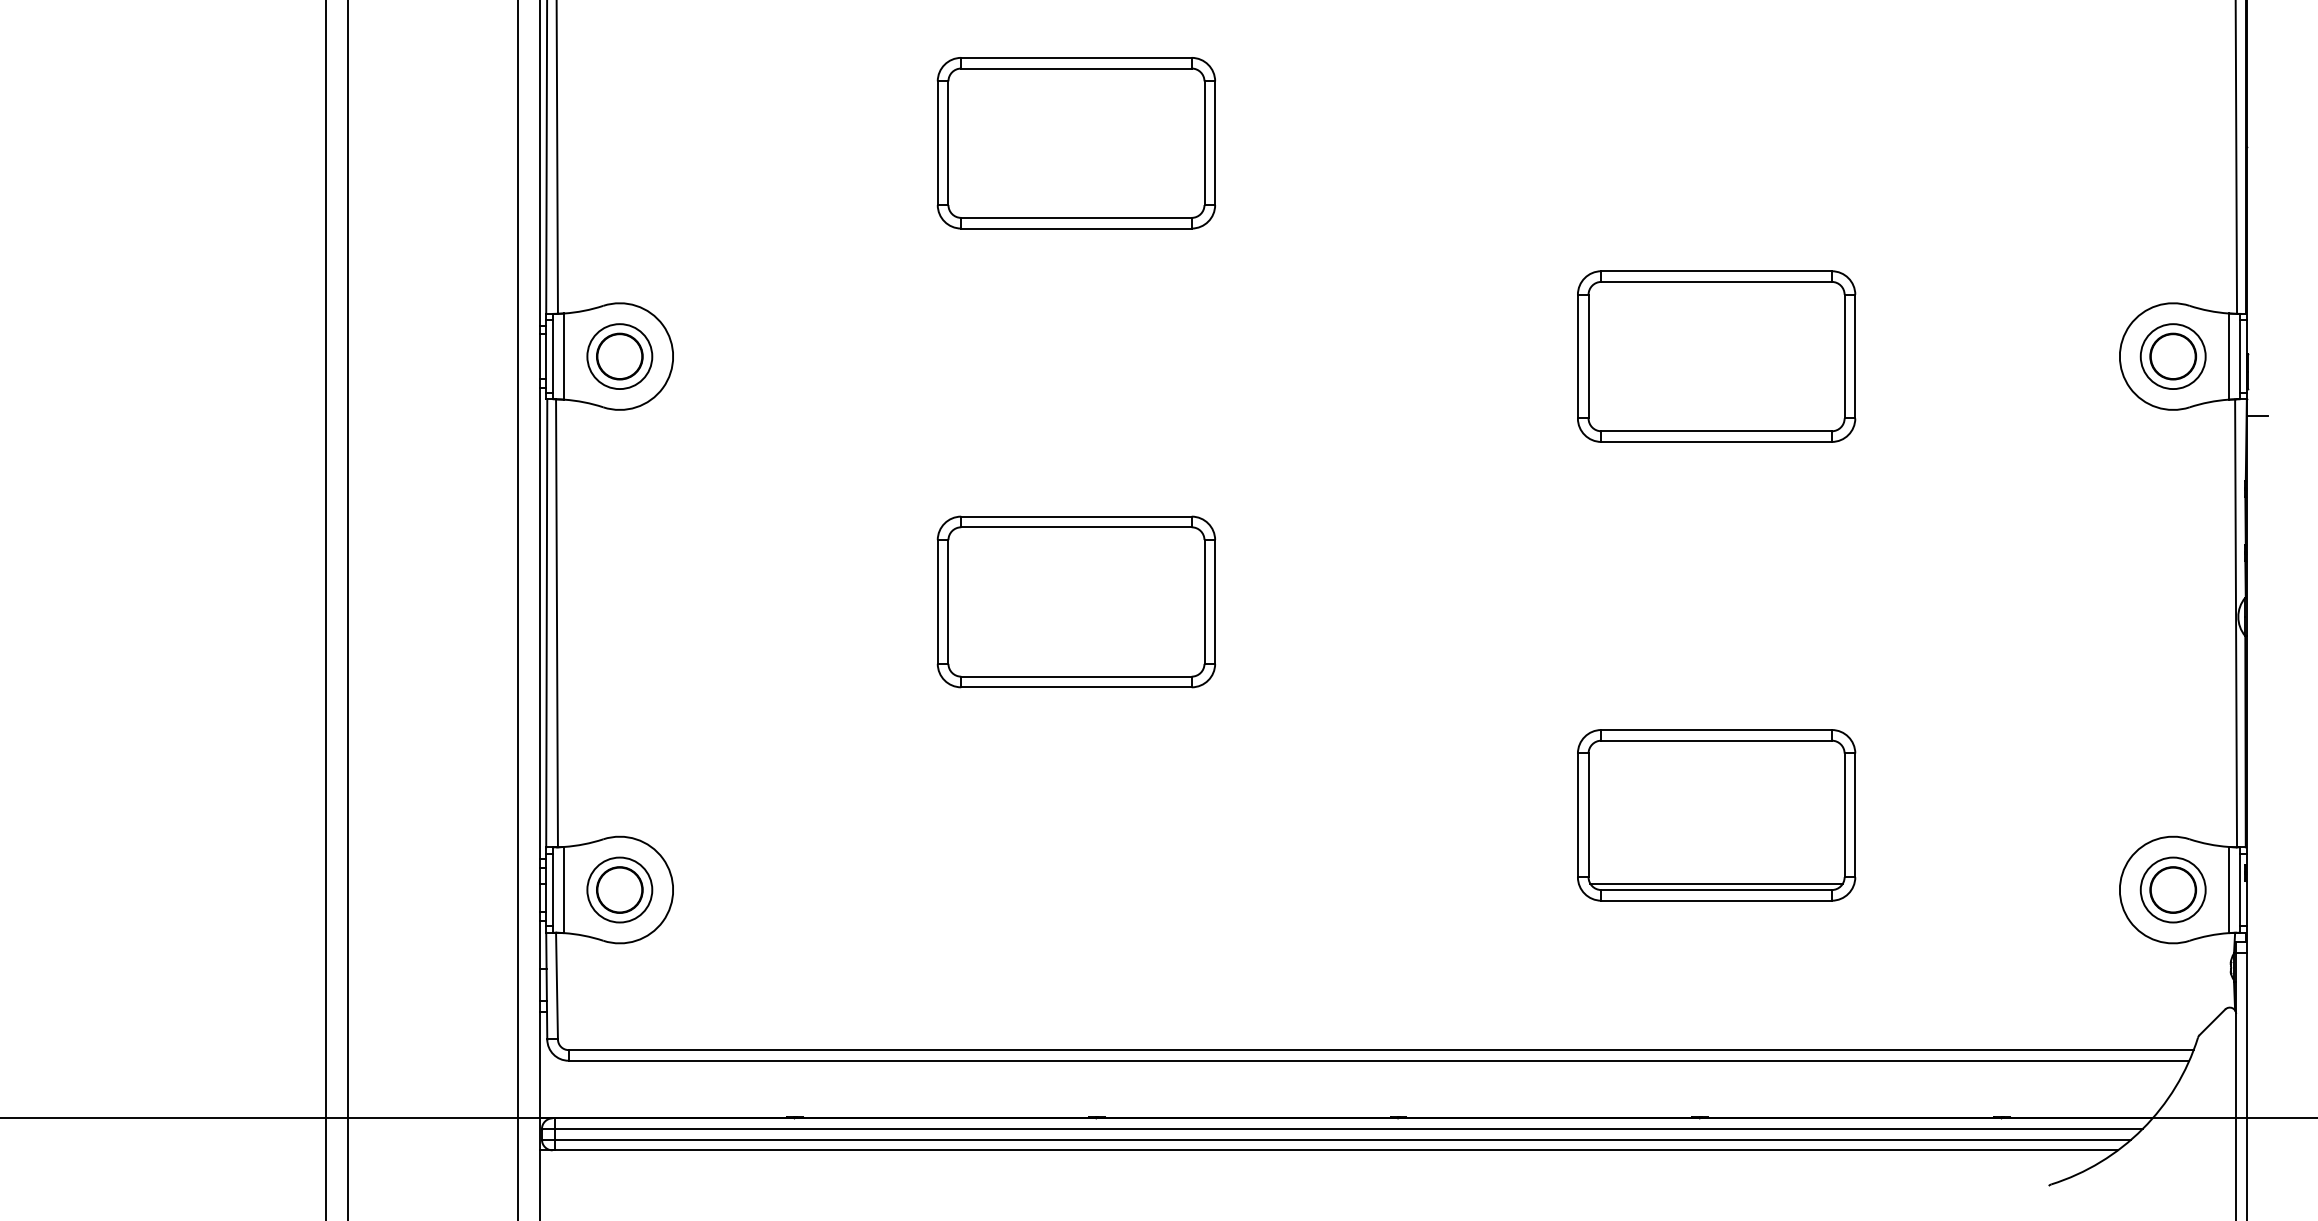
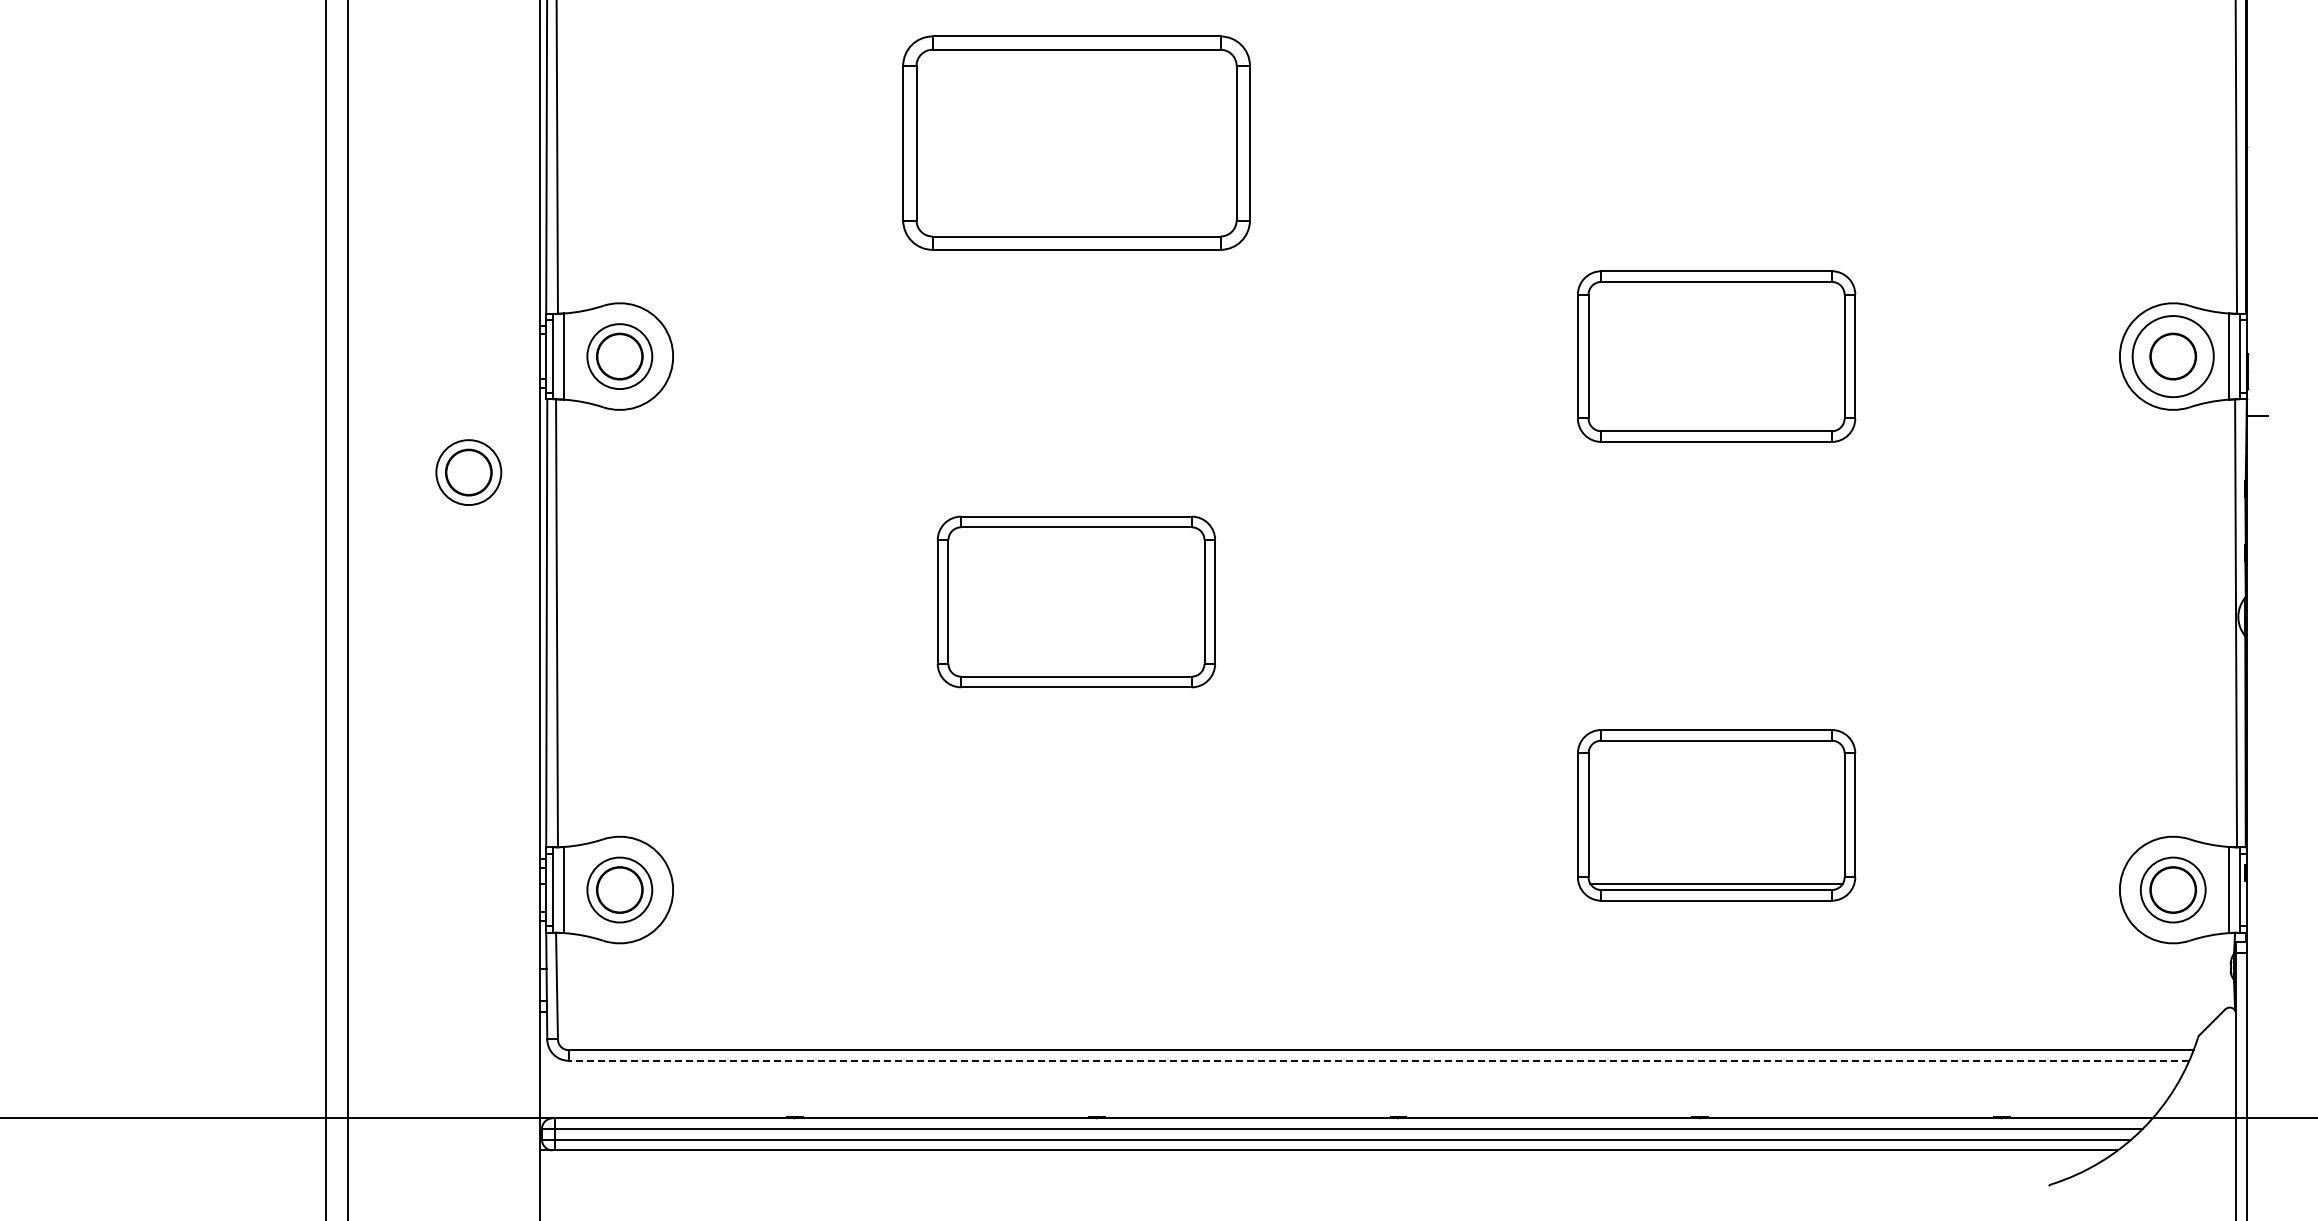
part at (1075, 143) size: 280x173 px -> 349x216 px
circle at (2172, 356) diameter: 65 px -> 81 px
part at (468, 472): none -> present
line at (518, 609): present -> none
line at (1378, 1060): solid -> dashed
